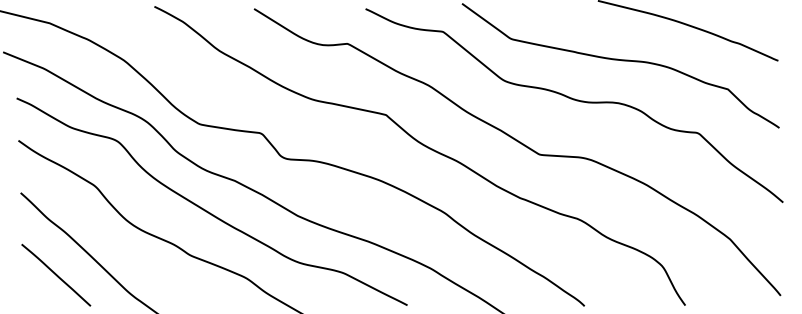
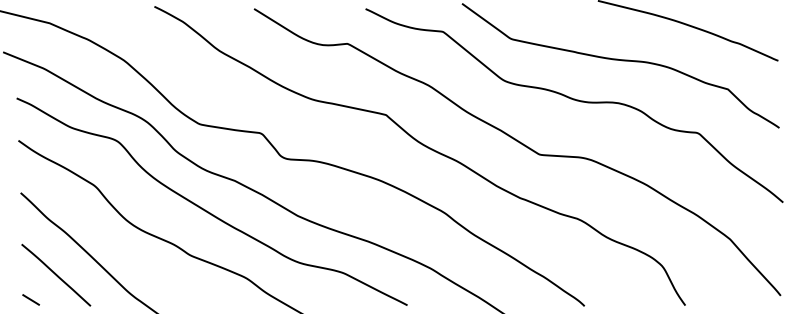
line at (30, 299): none -> present
